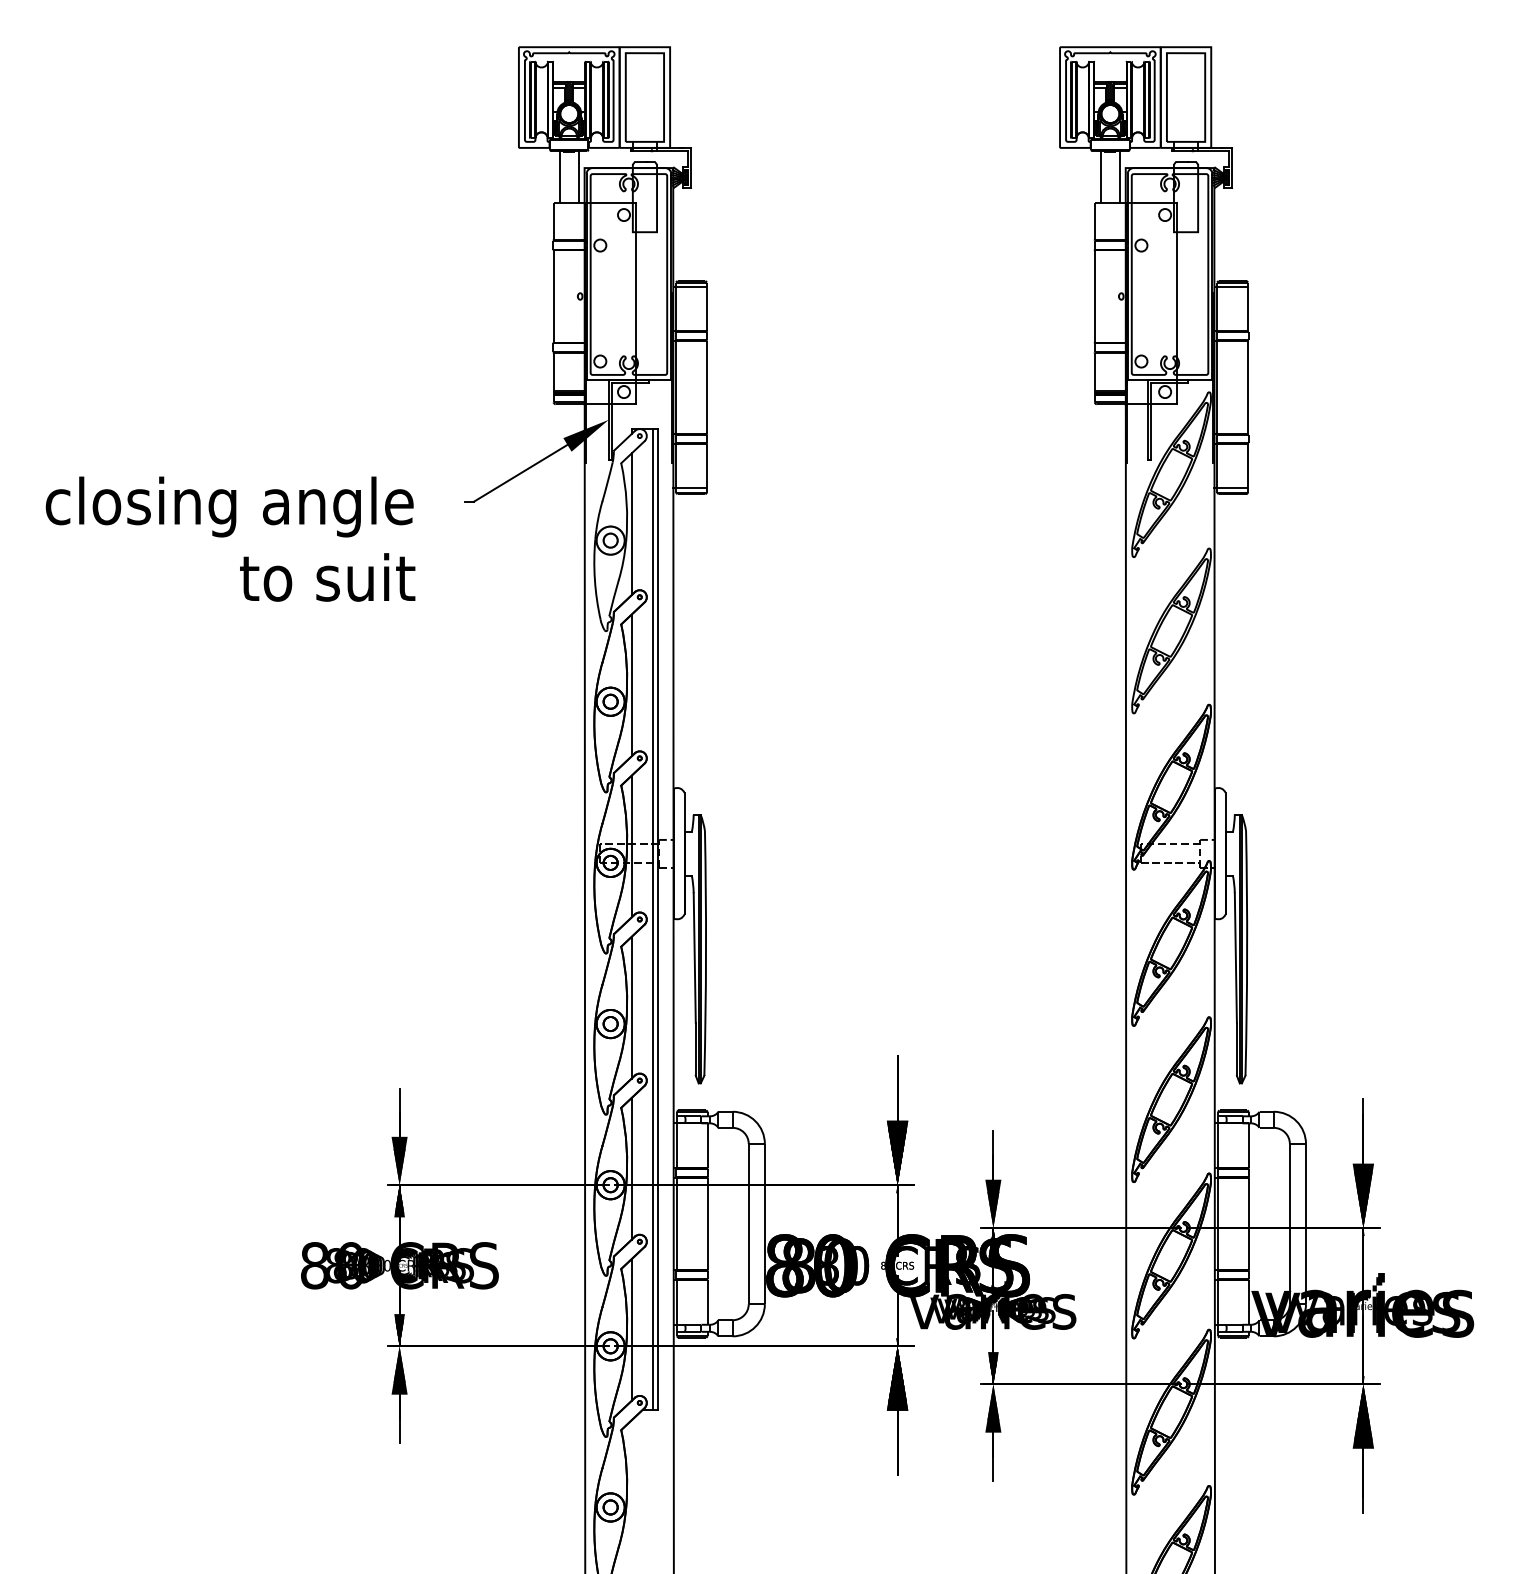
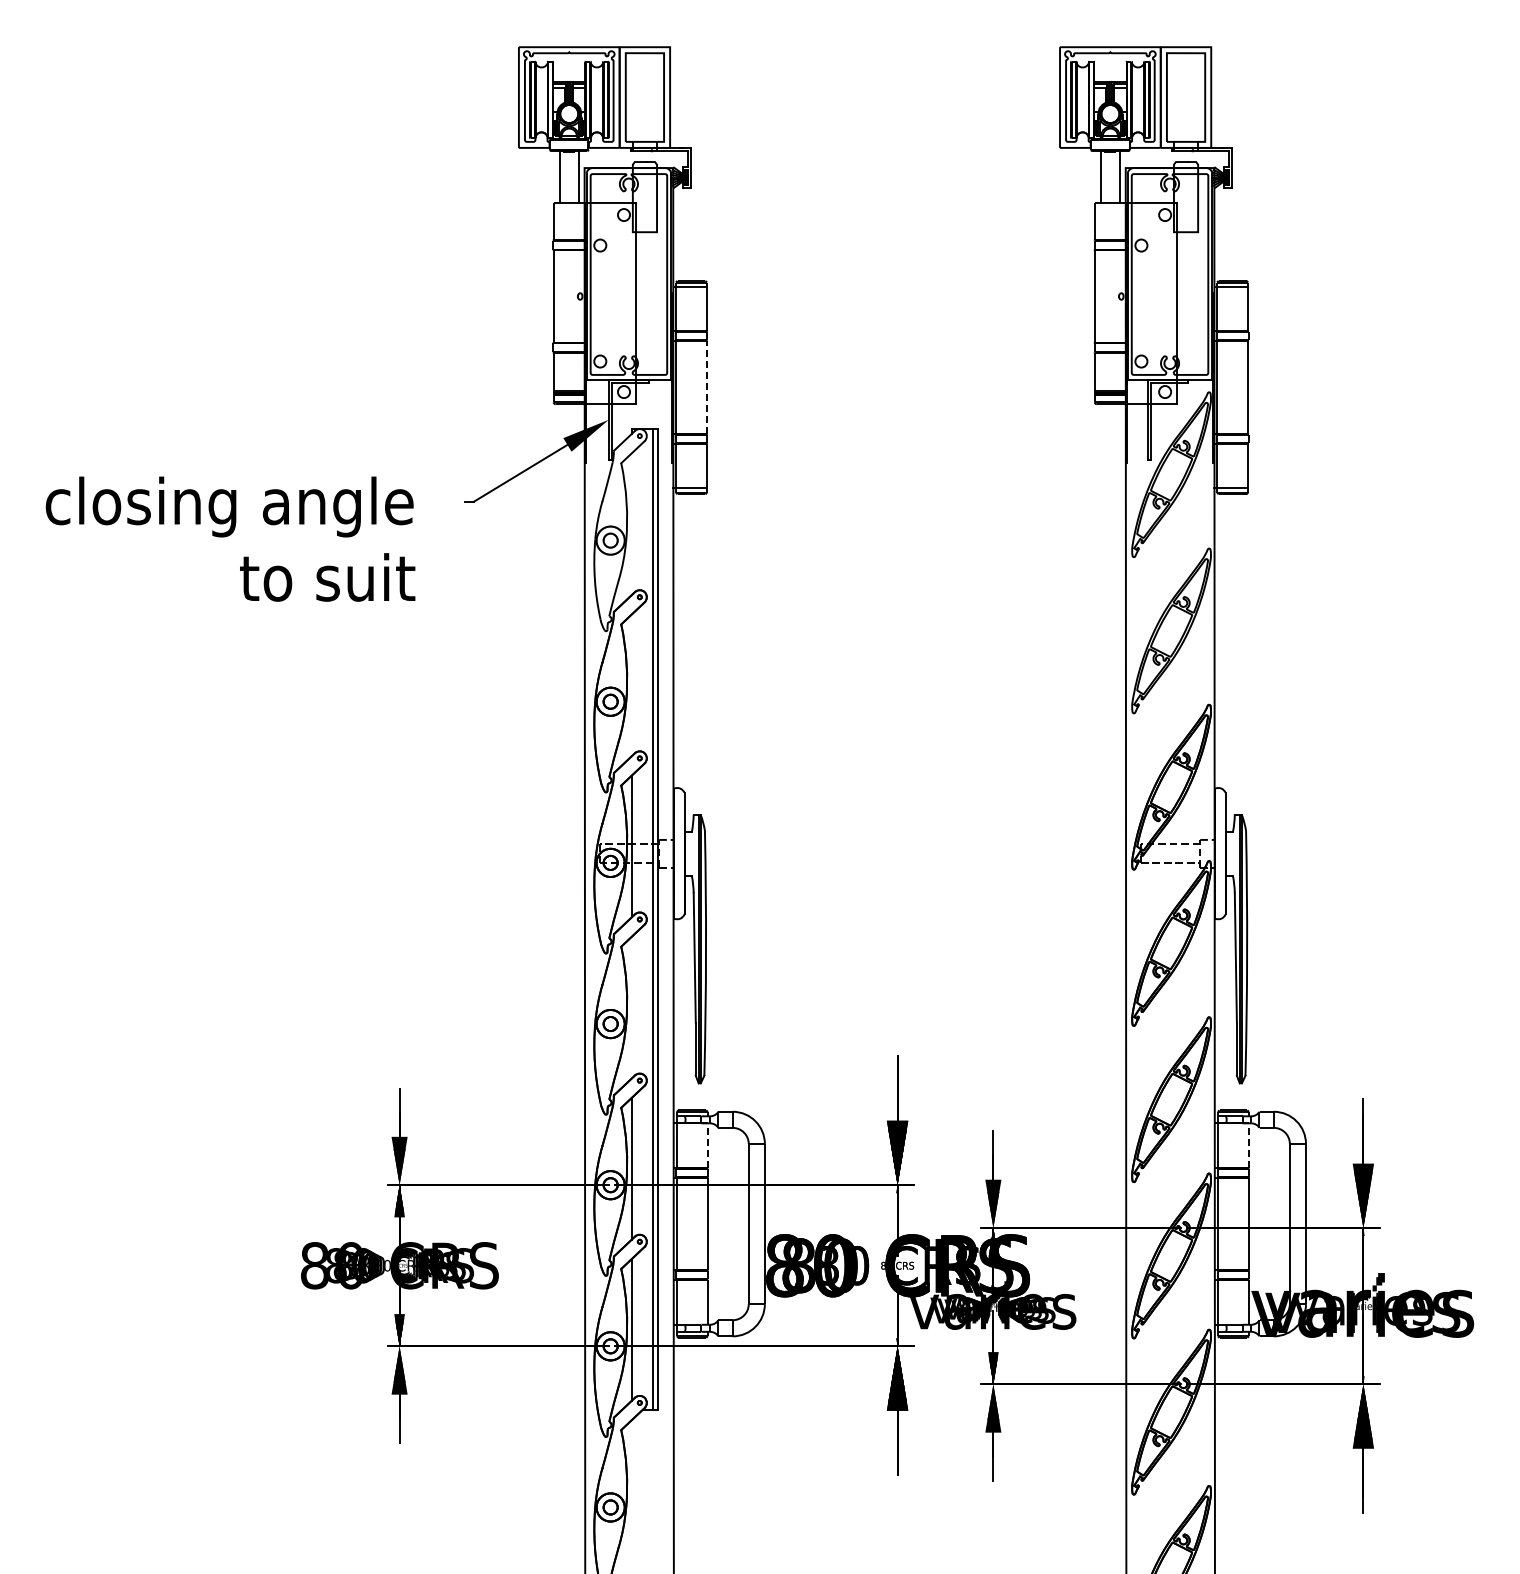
line at (707, 387): solid -> dashed
line at (631, 524): present -> none
line at (631, 685): present -> none
line at (631, 1007): present -> none
line at (707, 1145): solid -> dashed
line at (1249, 1145): solid -> dashed
